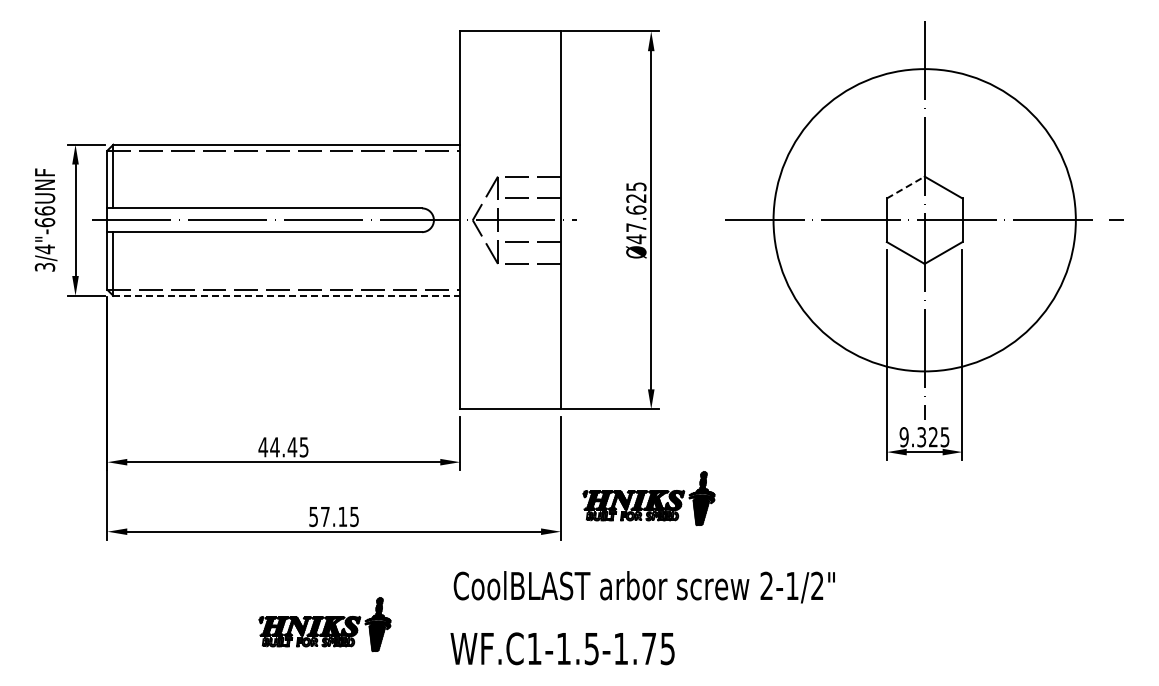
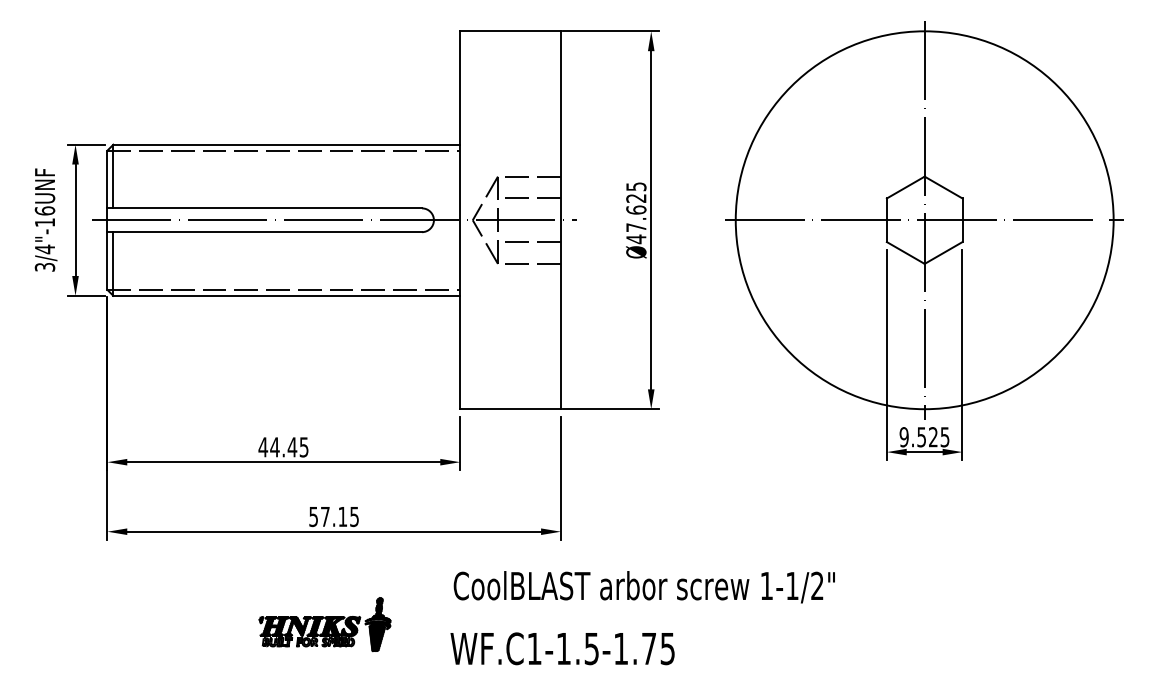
line at (905, 187): dashed -> solid
circle at (924, 220) diameter: 302 px -> 378 px
text at (44, 222): 3/4"-66UNF -> 3/4"-16UNF
line at (287, 295): dashed -> solid
text at (921, 436): 9.325 -> 9.525
part at (648, 498): present -> none
text at (766, 585): 2-1/2" -> 1-1/2"
